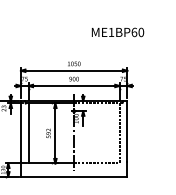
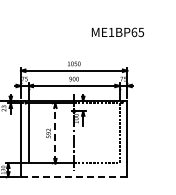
text at (141, 31): ME1BP60 -> ME1BP65
line at (55, 133): solid -> dashed
line at (74, 176): solid -> dashed
